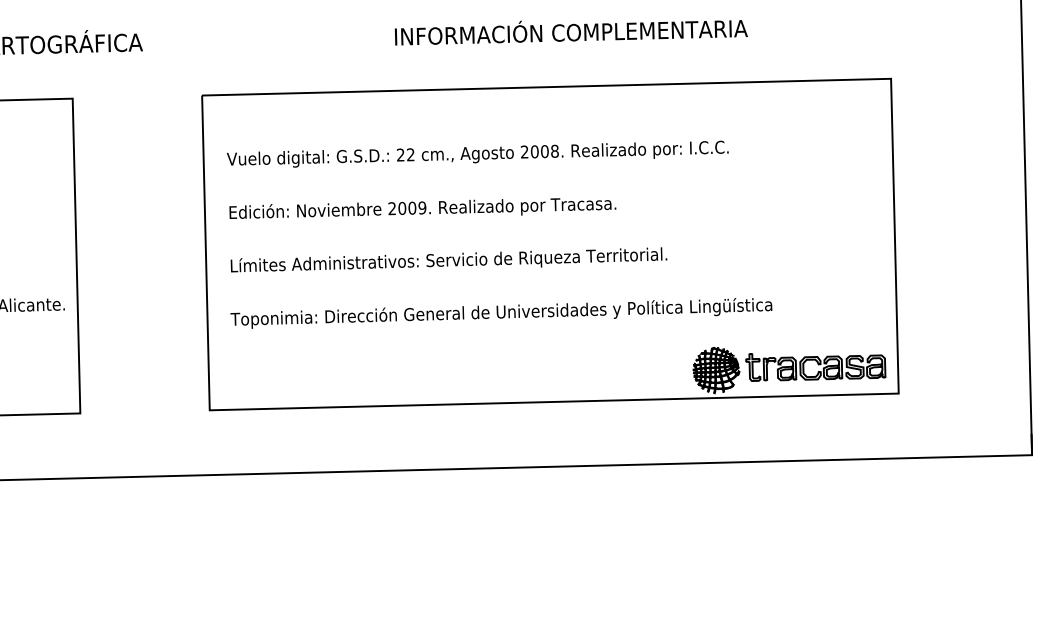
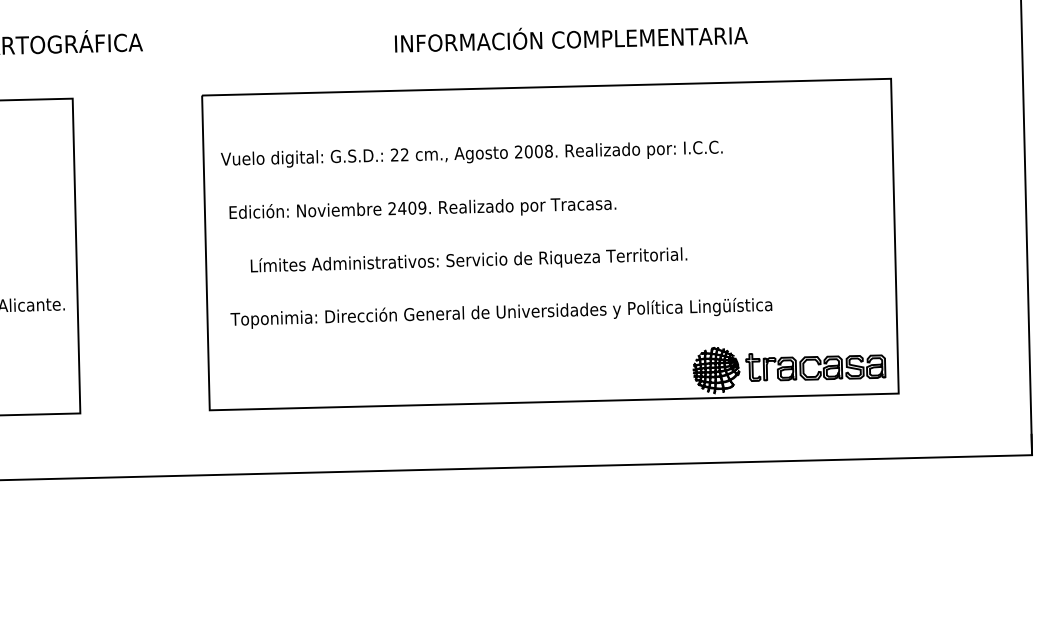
text at (570, 32) position: (570, 32) -> (570, 39)
text at (477, 153) position: (477, 153) -> (471, 153)
text at (402, 207): 2009. -> 2409.
text at (448, 259) position: (448, 259) -> (468, 259)
